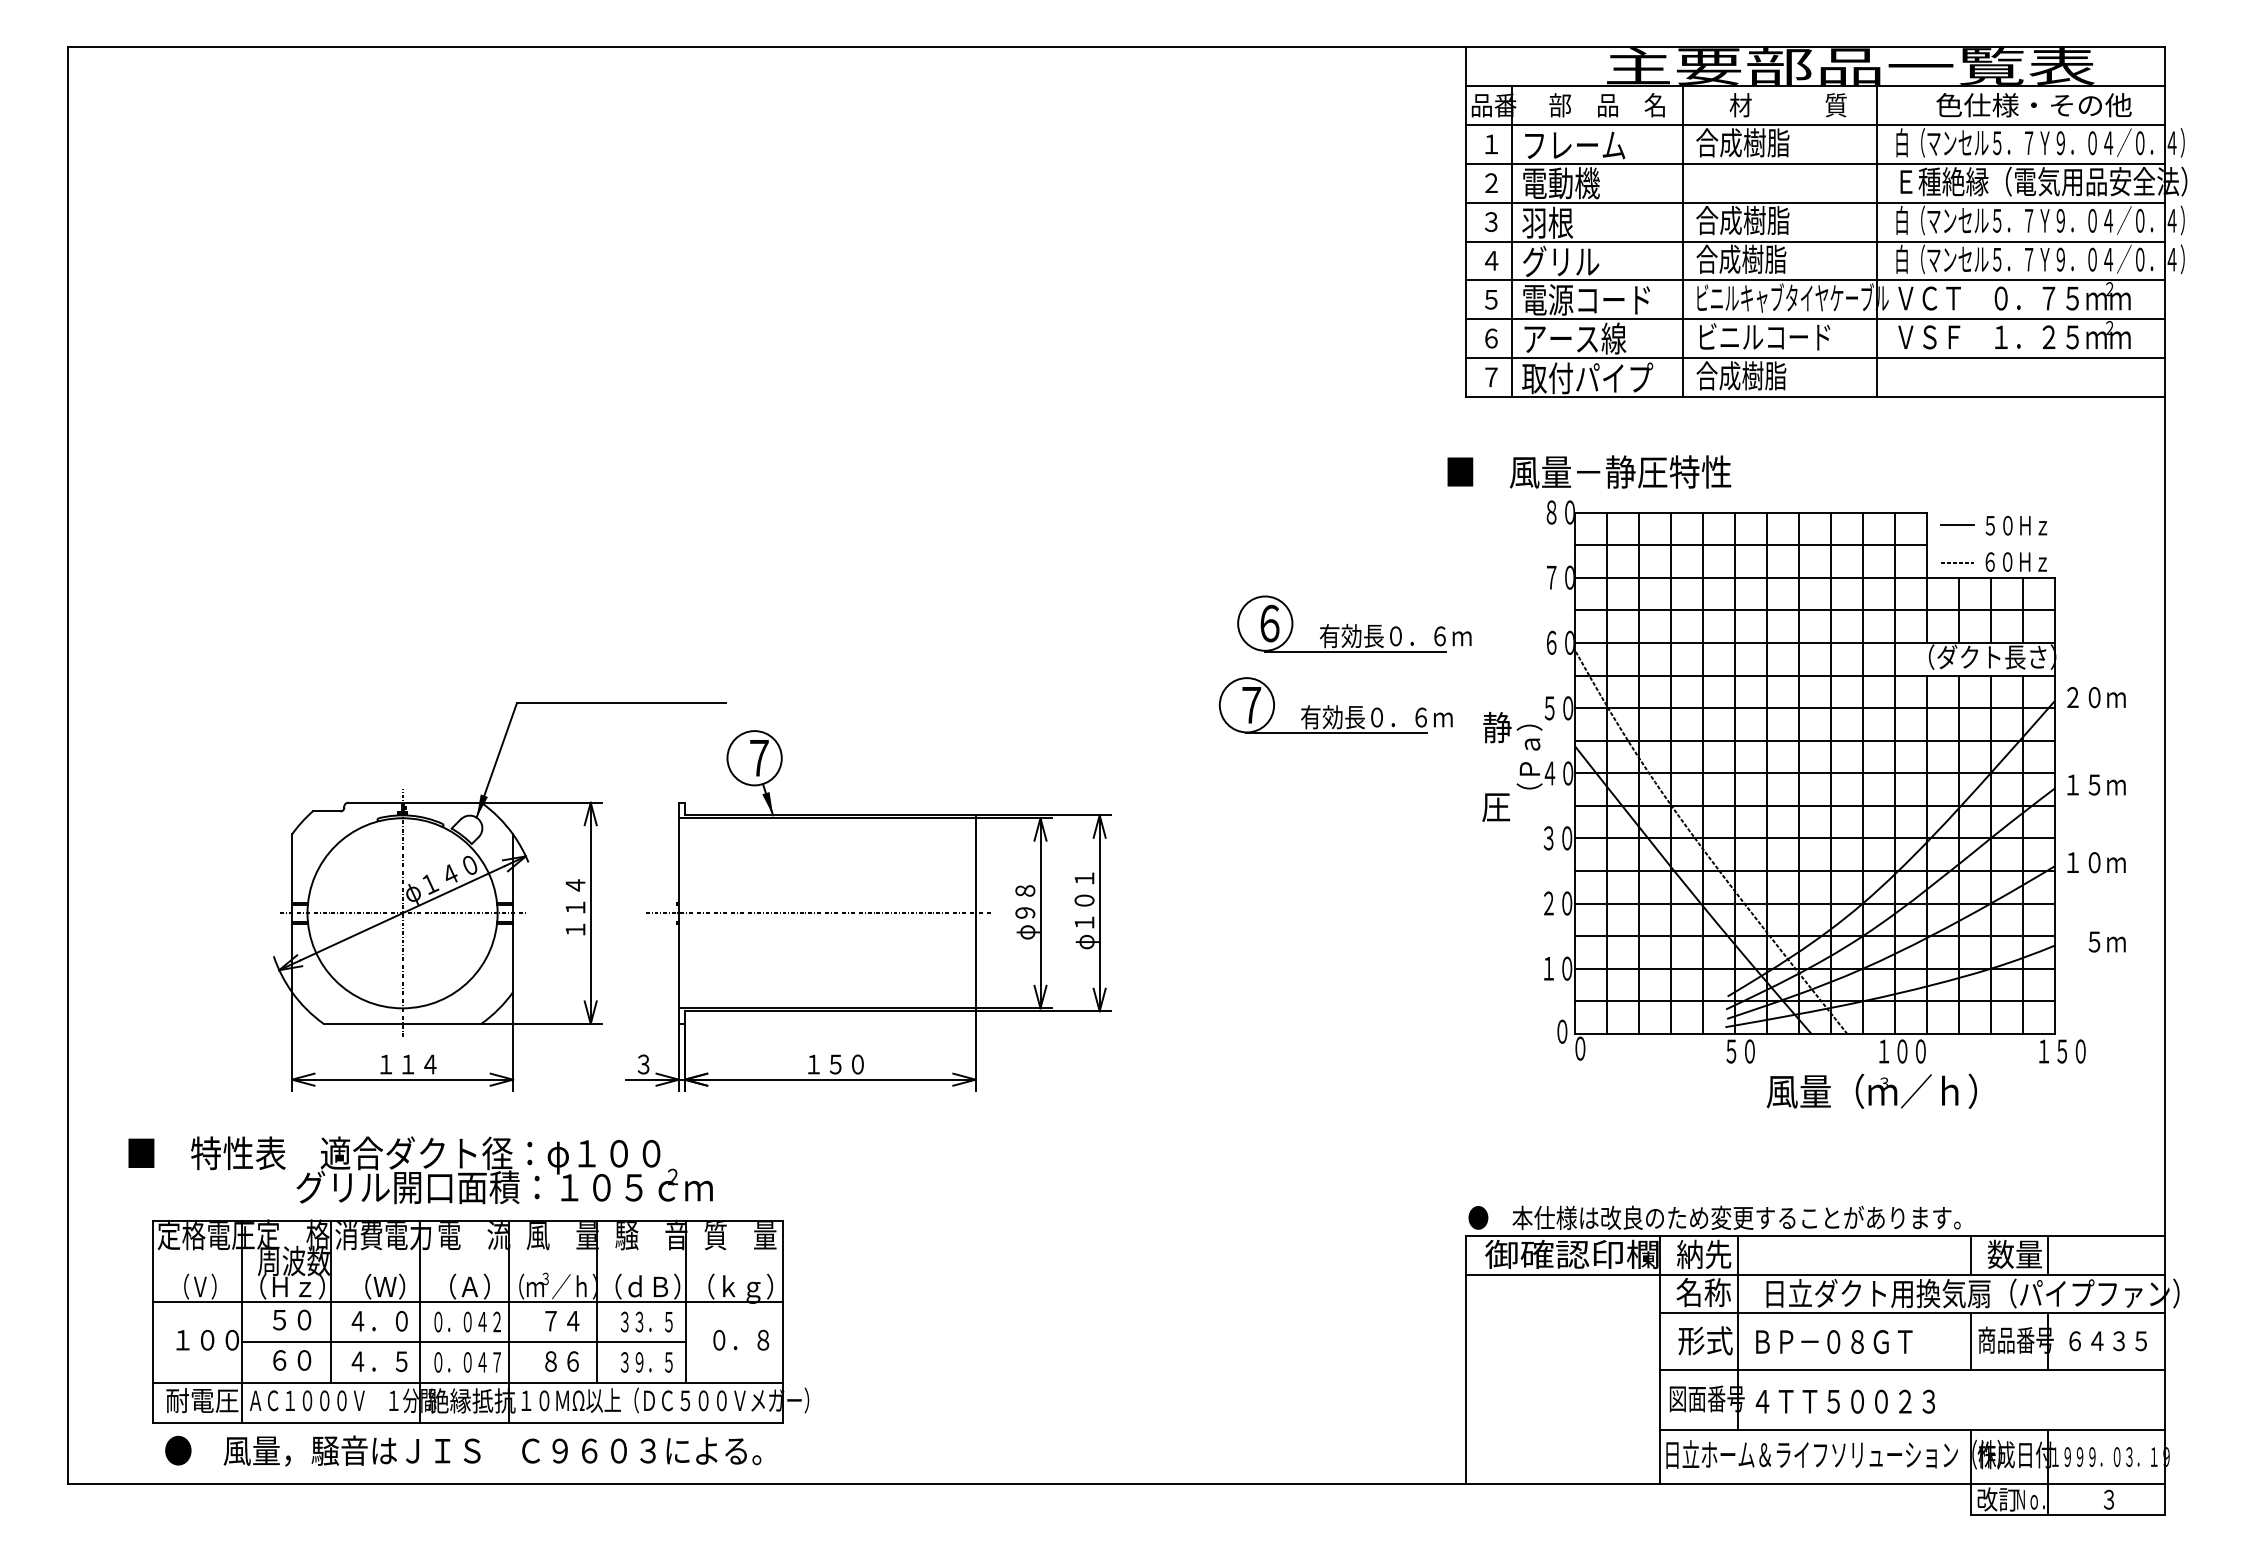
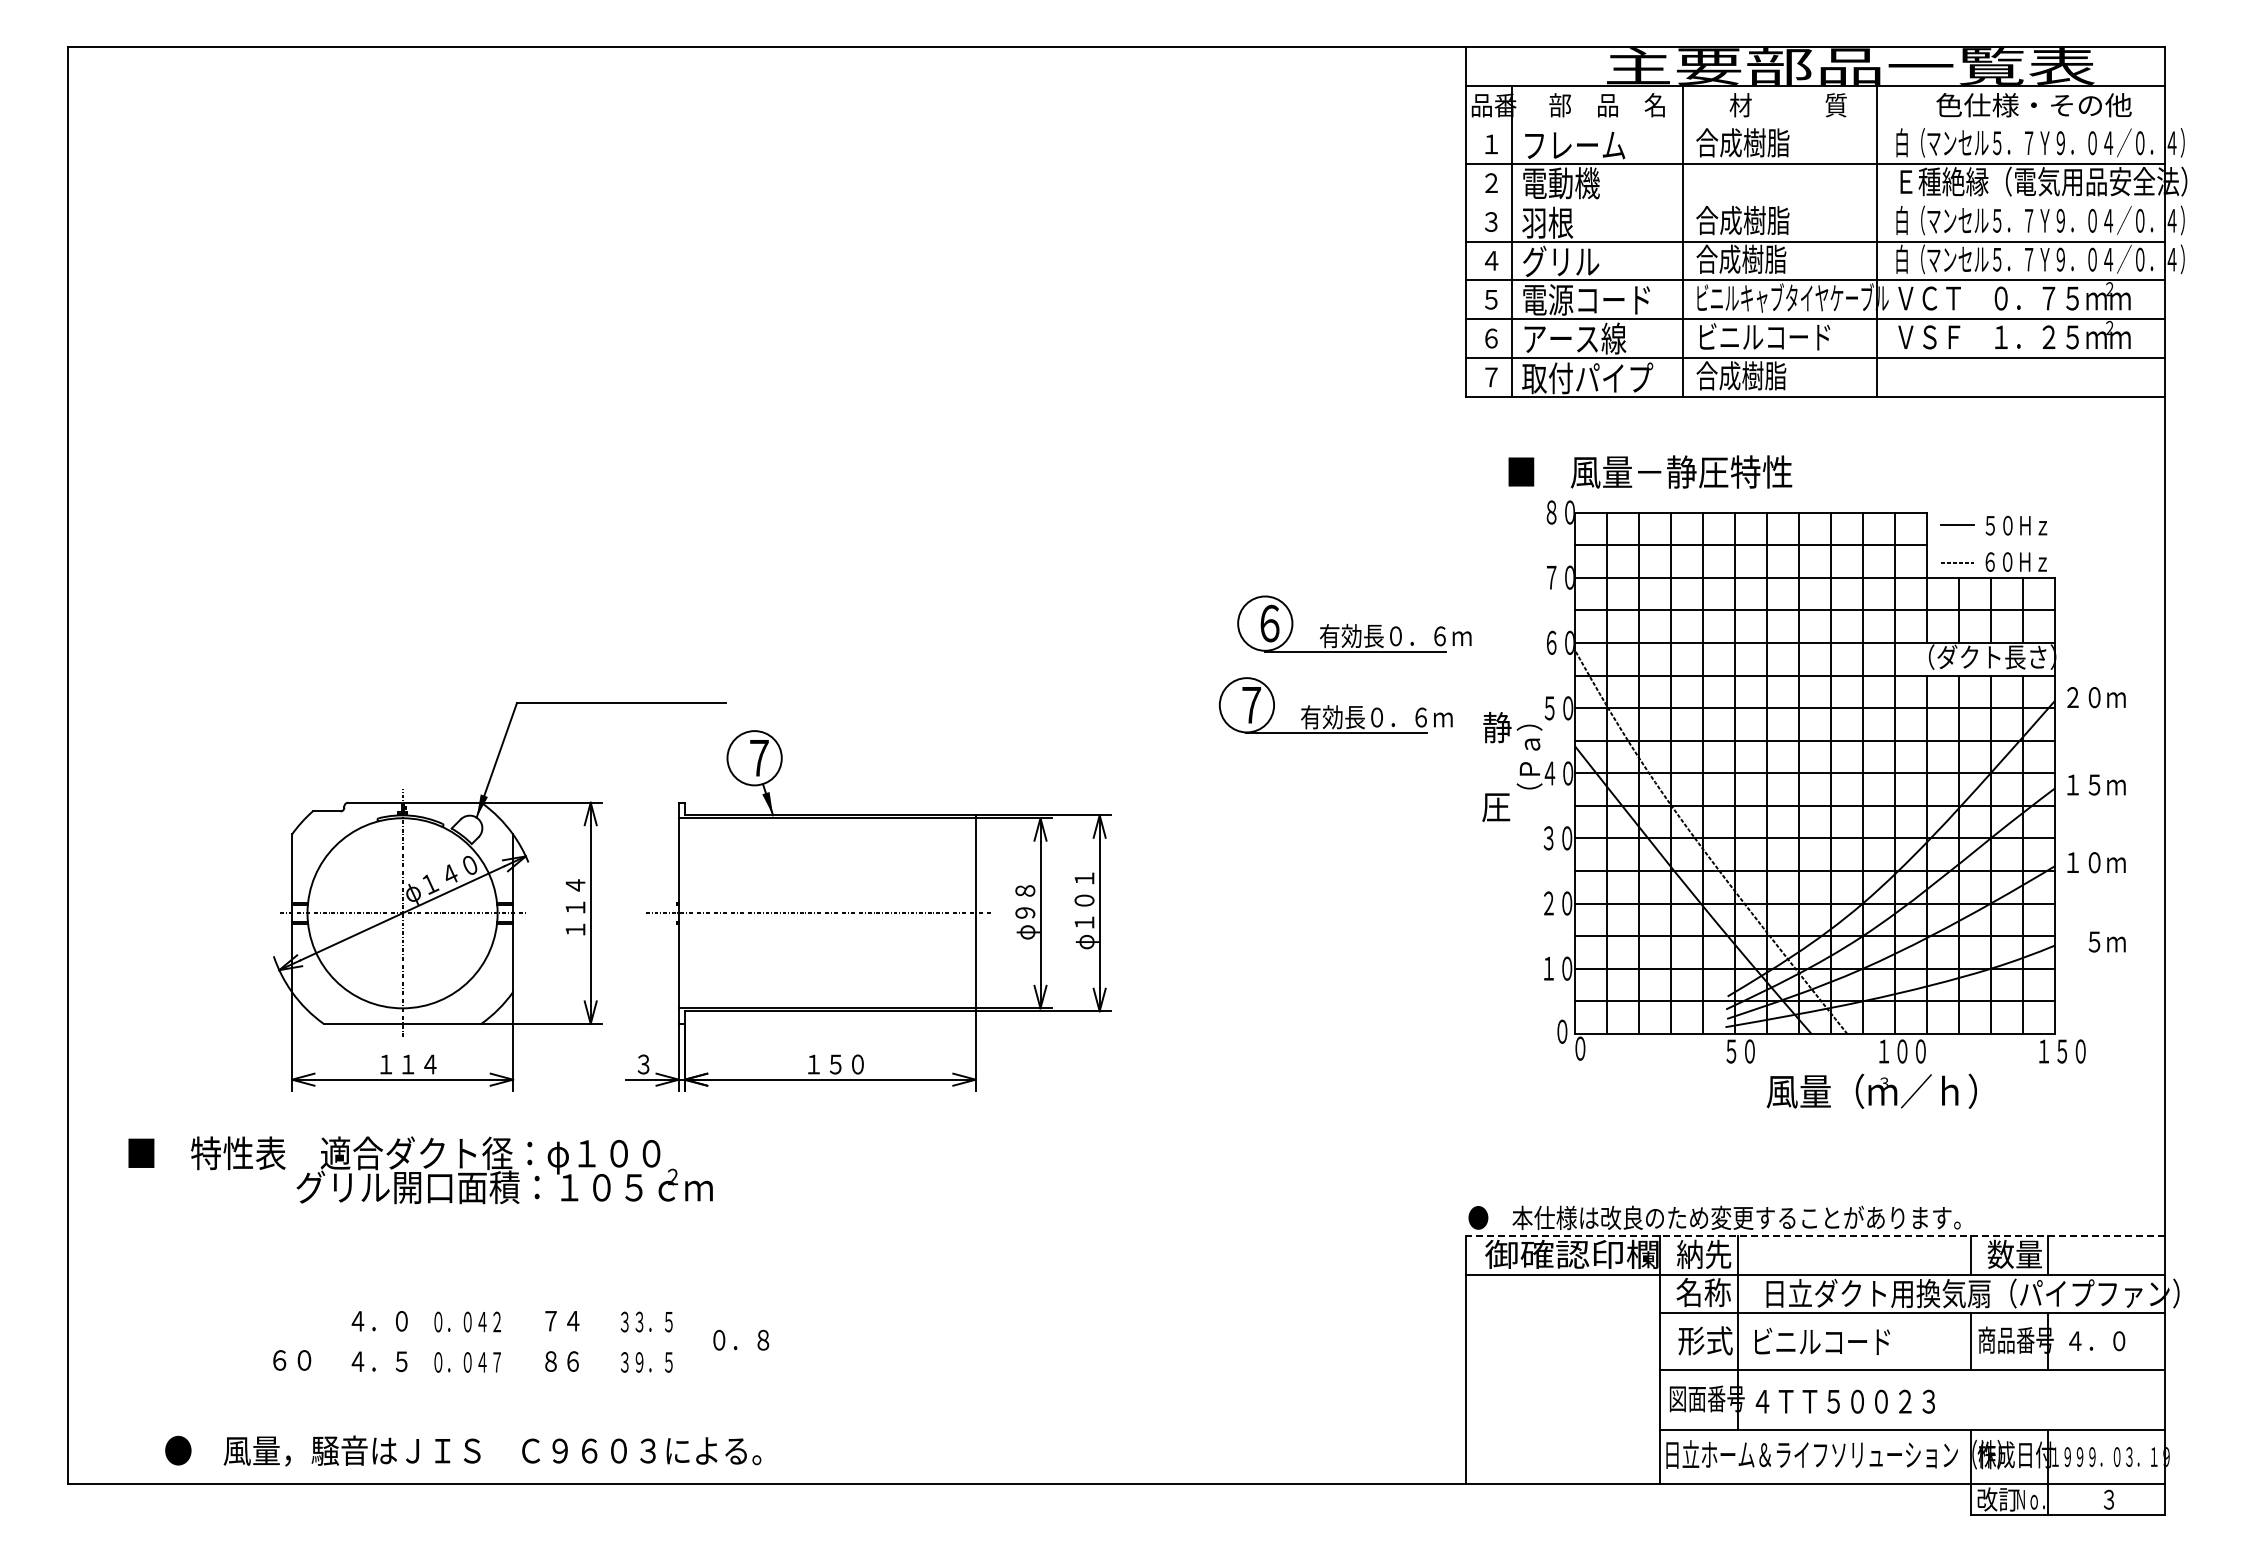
line at (1814, 124): present -> none
line at (1814, 202): present -> none
text at (1589, 471) position: (1589, 471) -> (1650, 471)
line at (1815, 1235): solid -> dashed
part at (480, 1321): present -> none
text at (1833, 1340): ＢＰ－０８ＧＴ -> ビニルコード
text at (2107, 1341): ６４３５ -> ４．０
